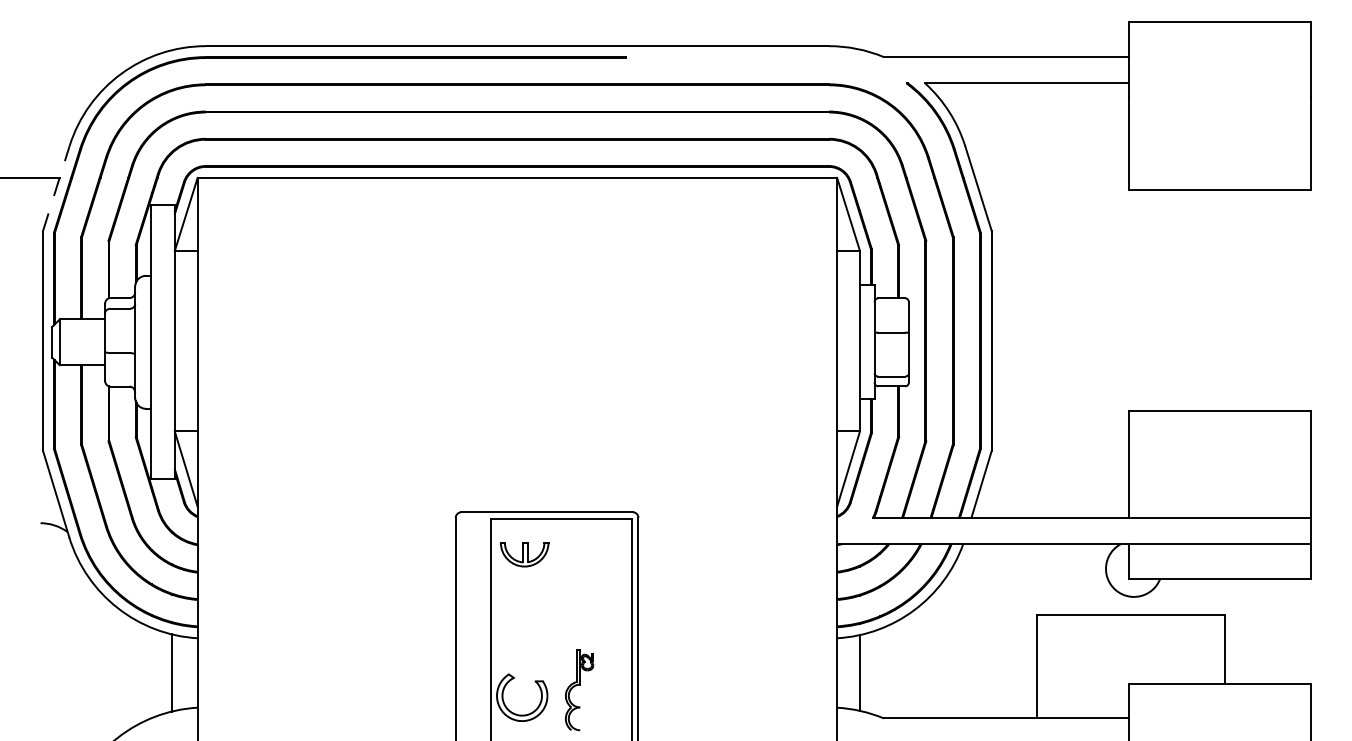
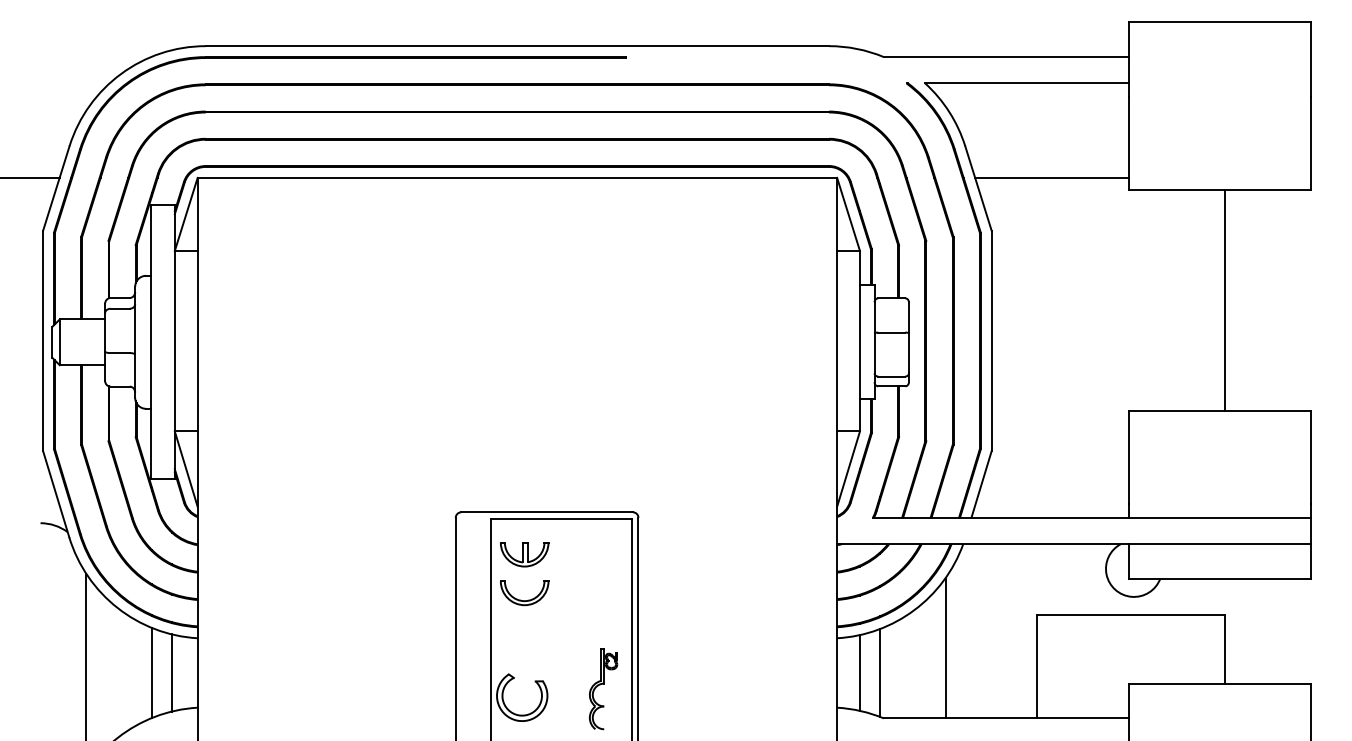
line at (1051, 177): none -> present
line at (56, 188): dashed -> solid
line at (1225, 300): none -> present
part at (521, 599): none -> present
line at (945, 647): none -> present
line at (86, 655): none -> present
line at (152, 672): none -> present
line at (880, 672): none -> present
part at (579, 690) position: (579, 690) -> (603, 689)
